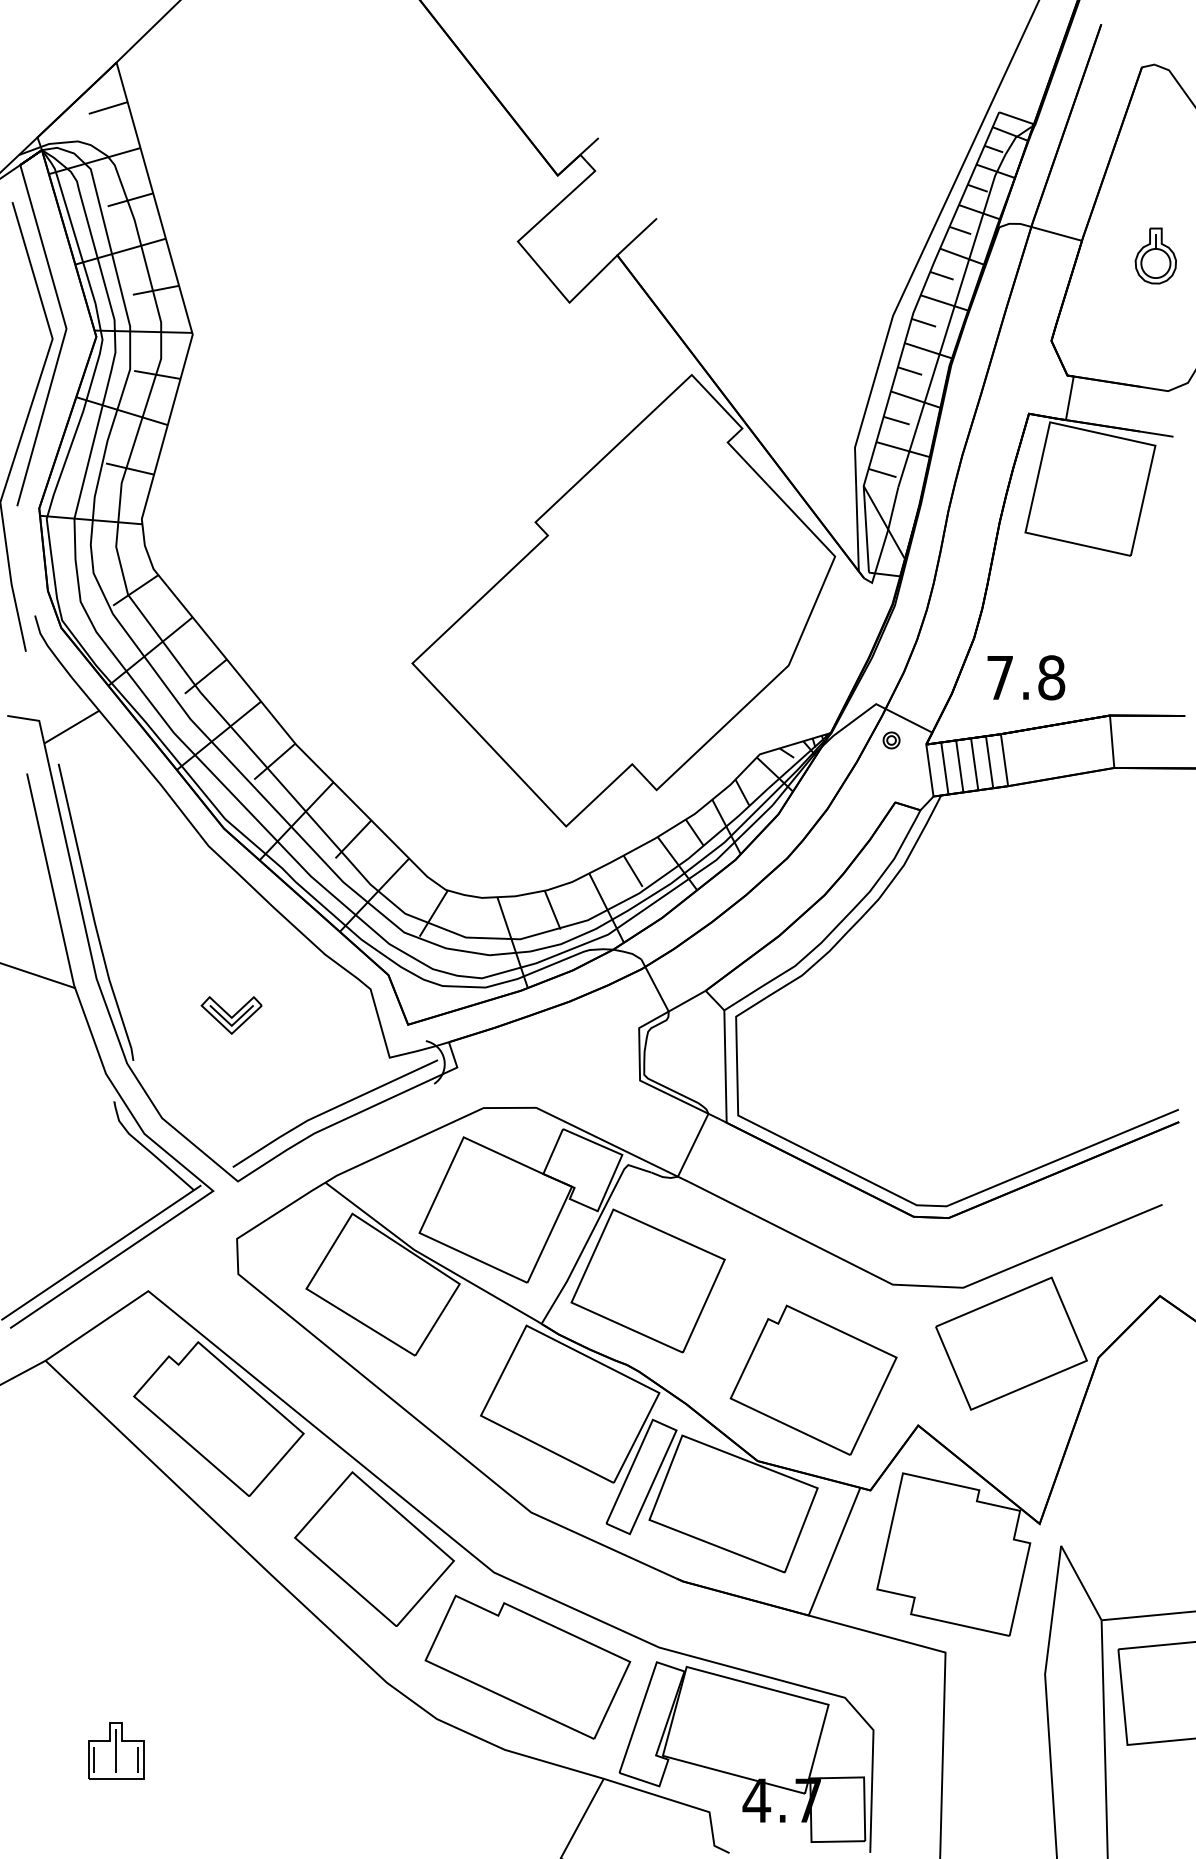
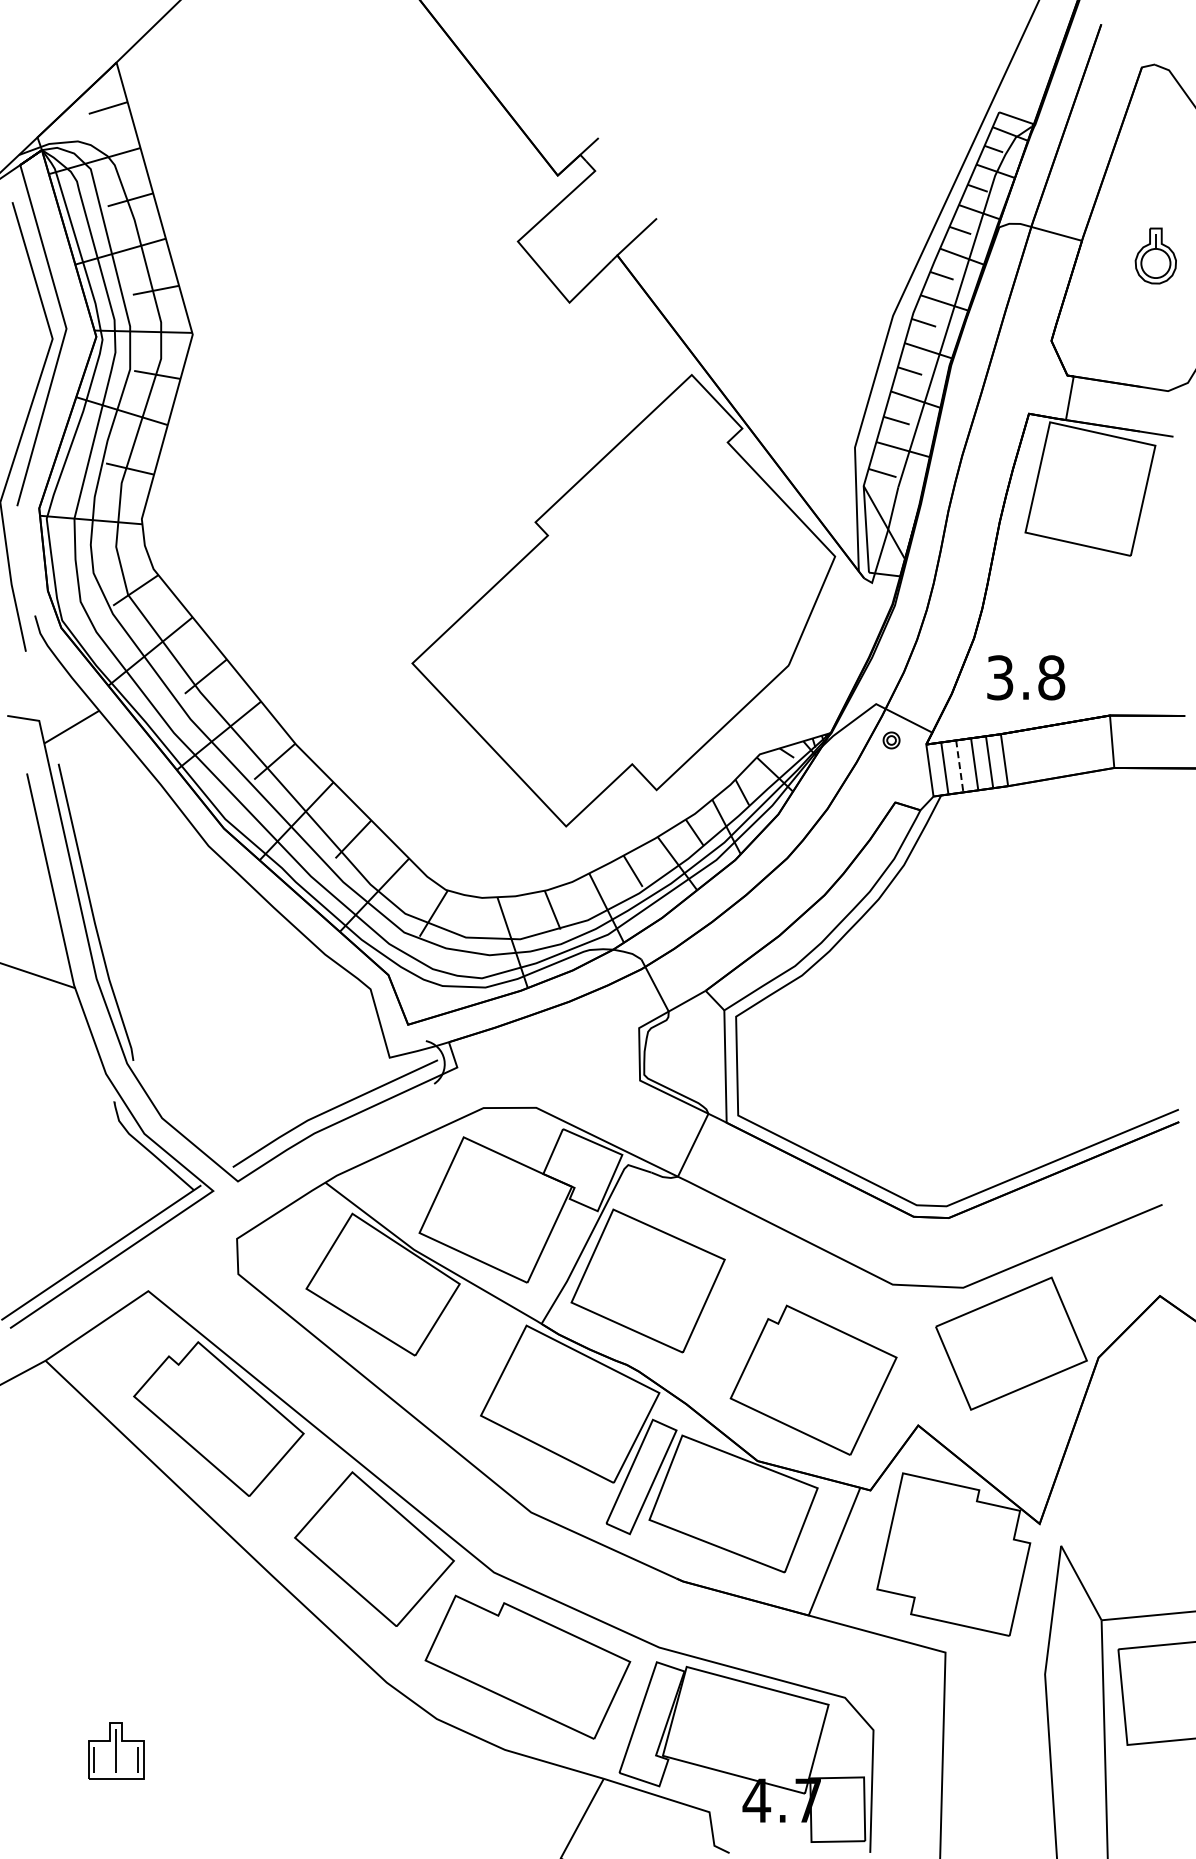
text at (1000, 677): 7.8 -> 3.8
line at (959, 766): solid -> dashed
part at (231, 1015): present -> none
